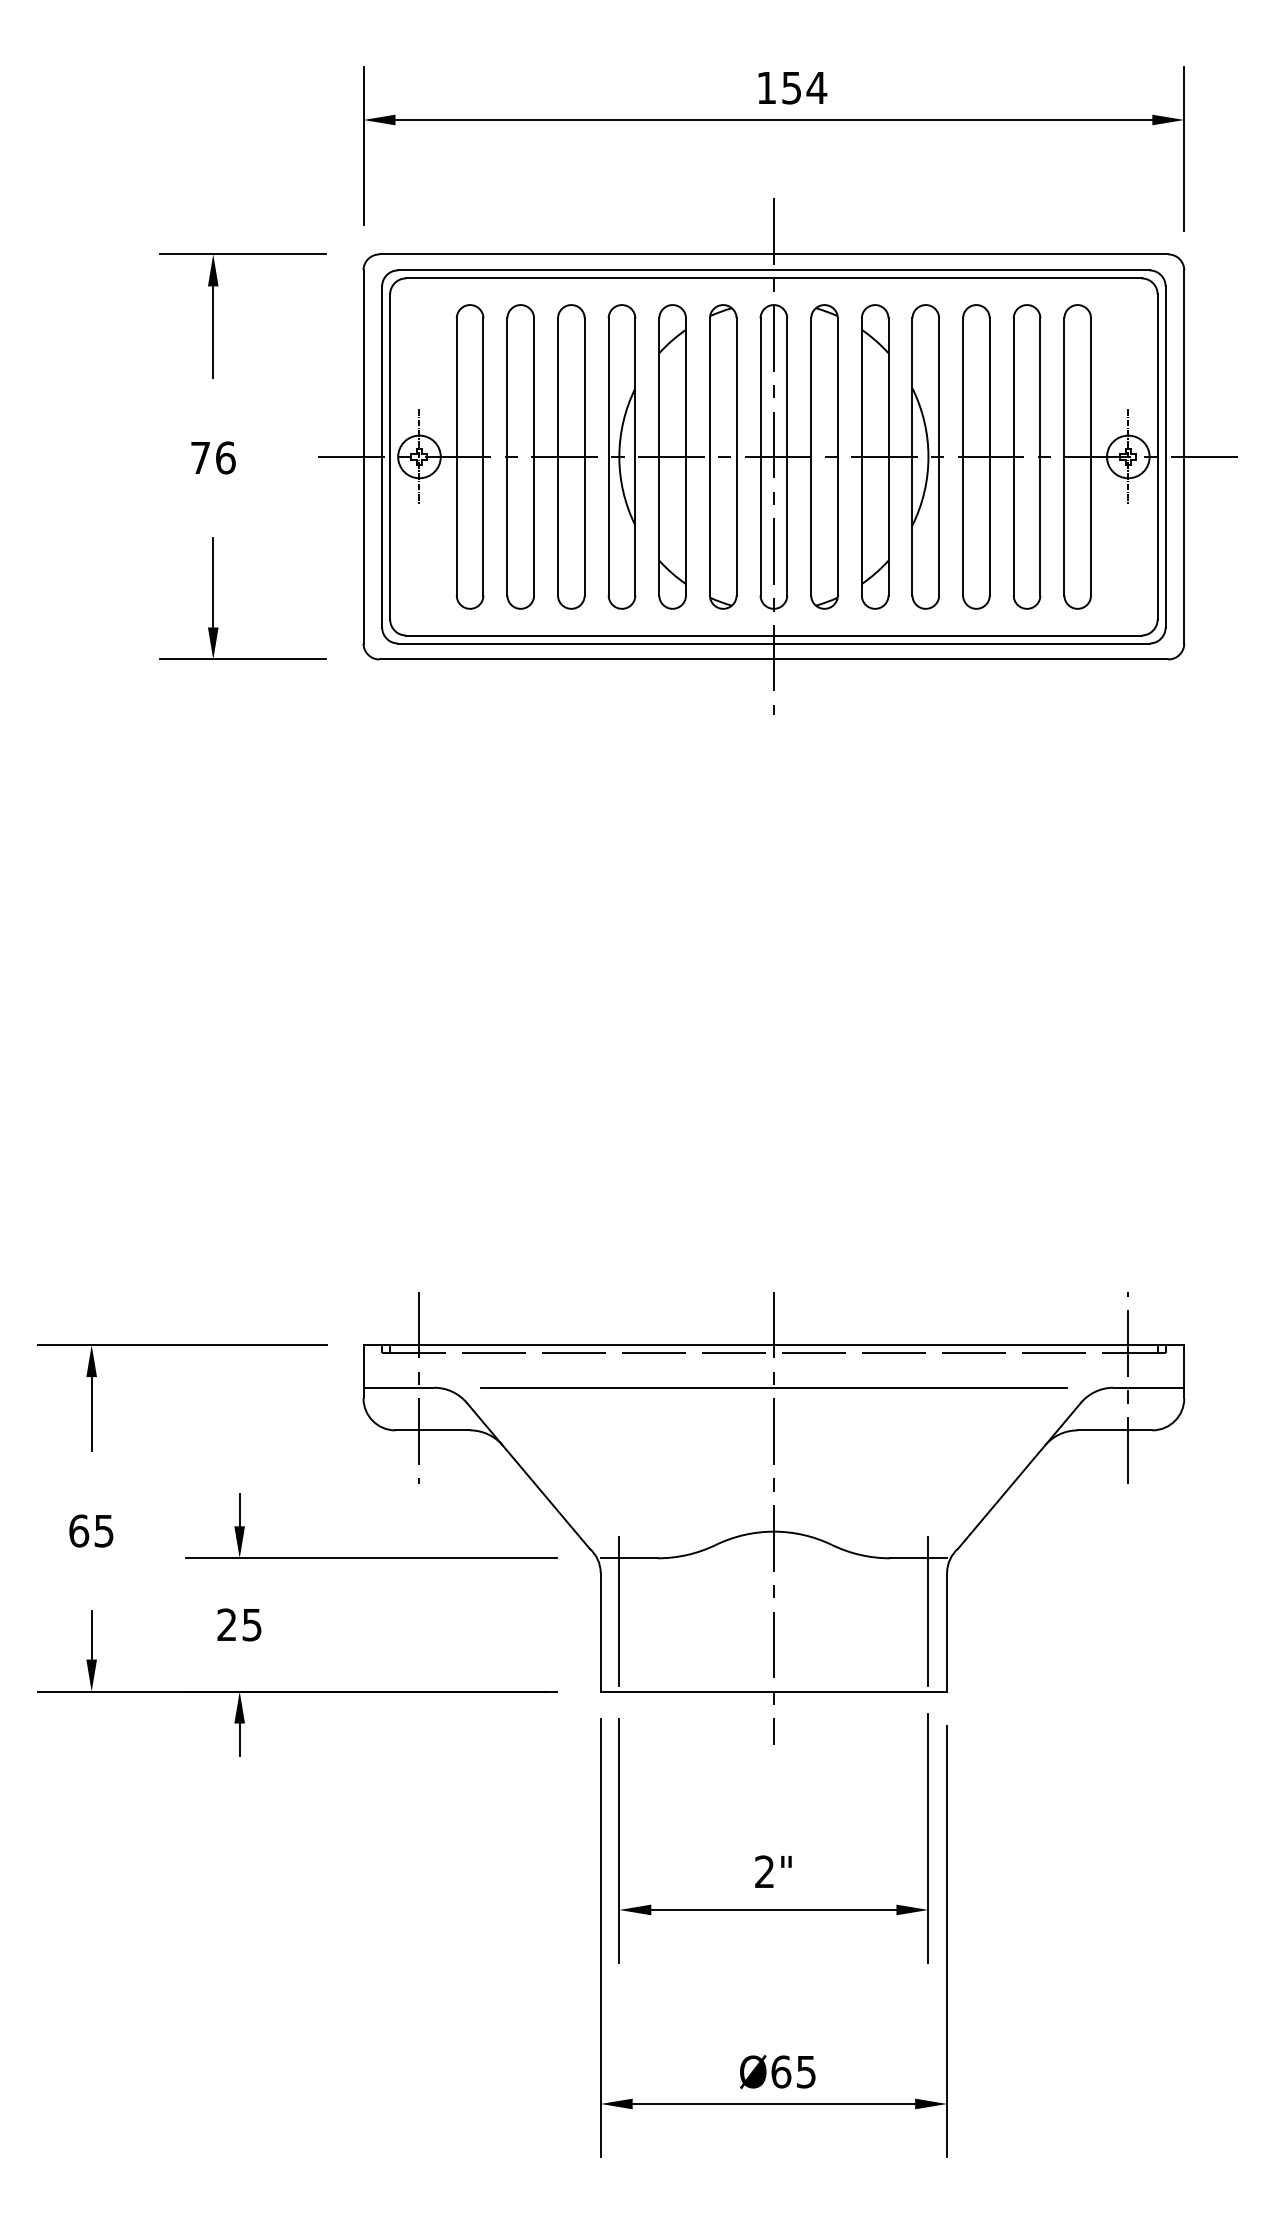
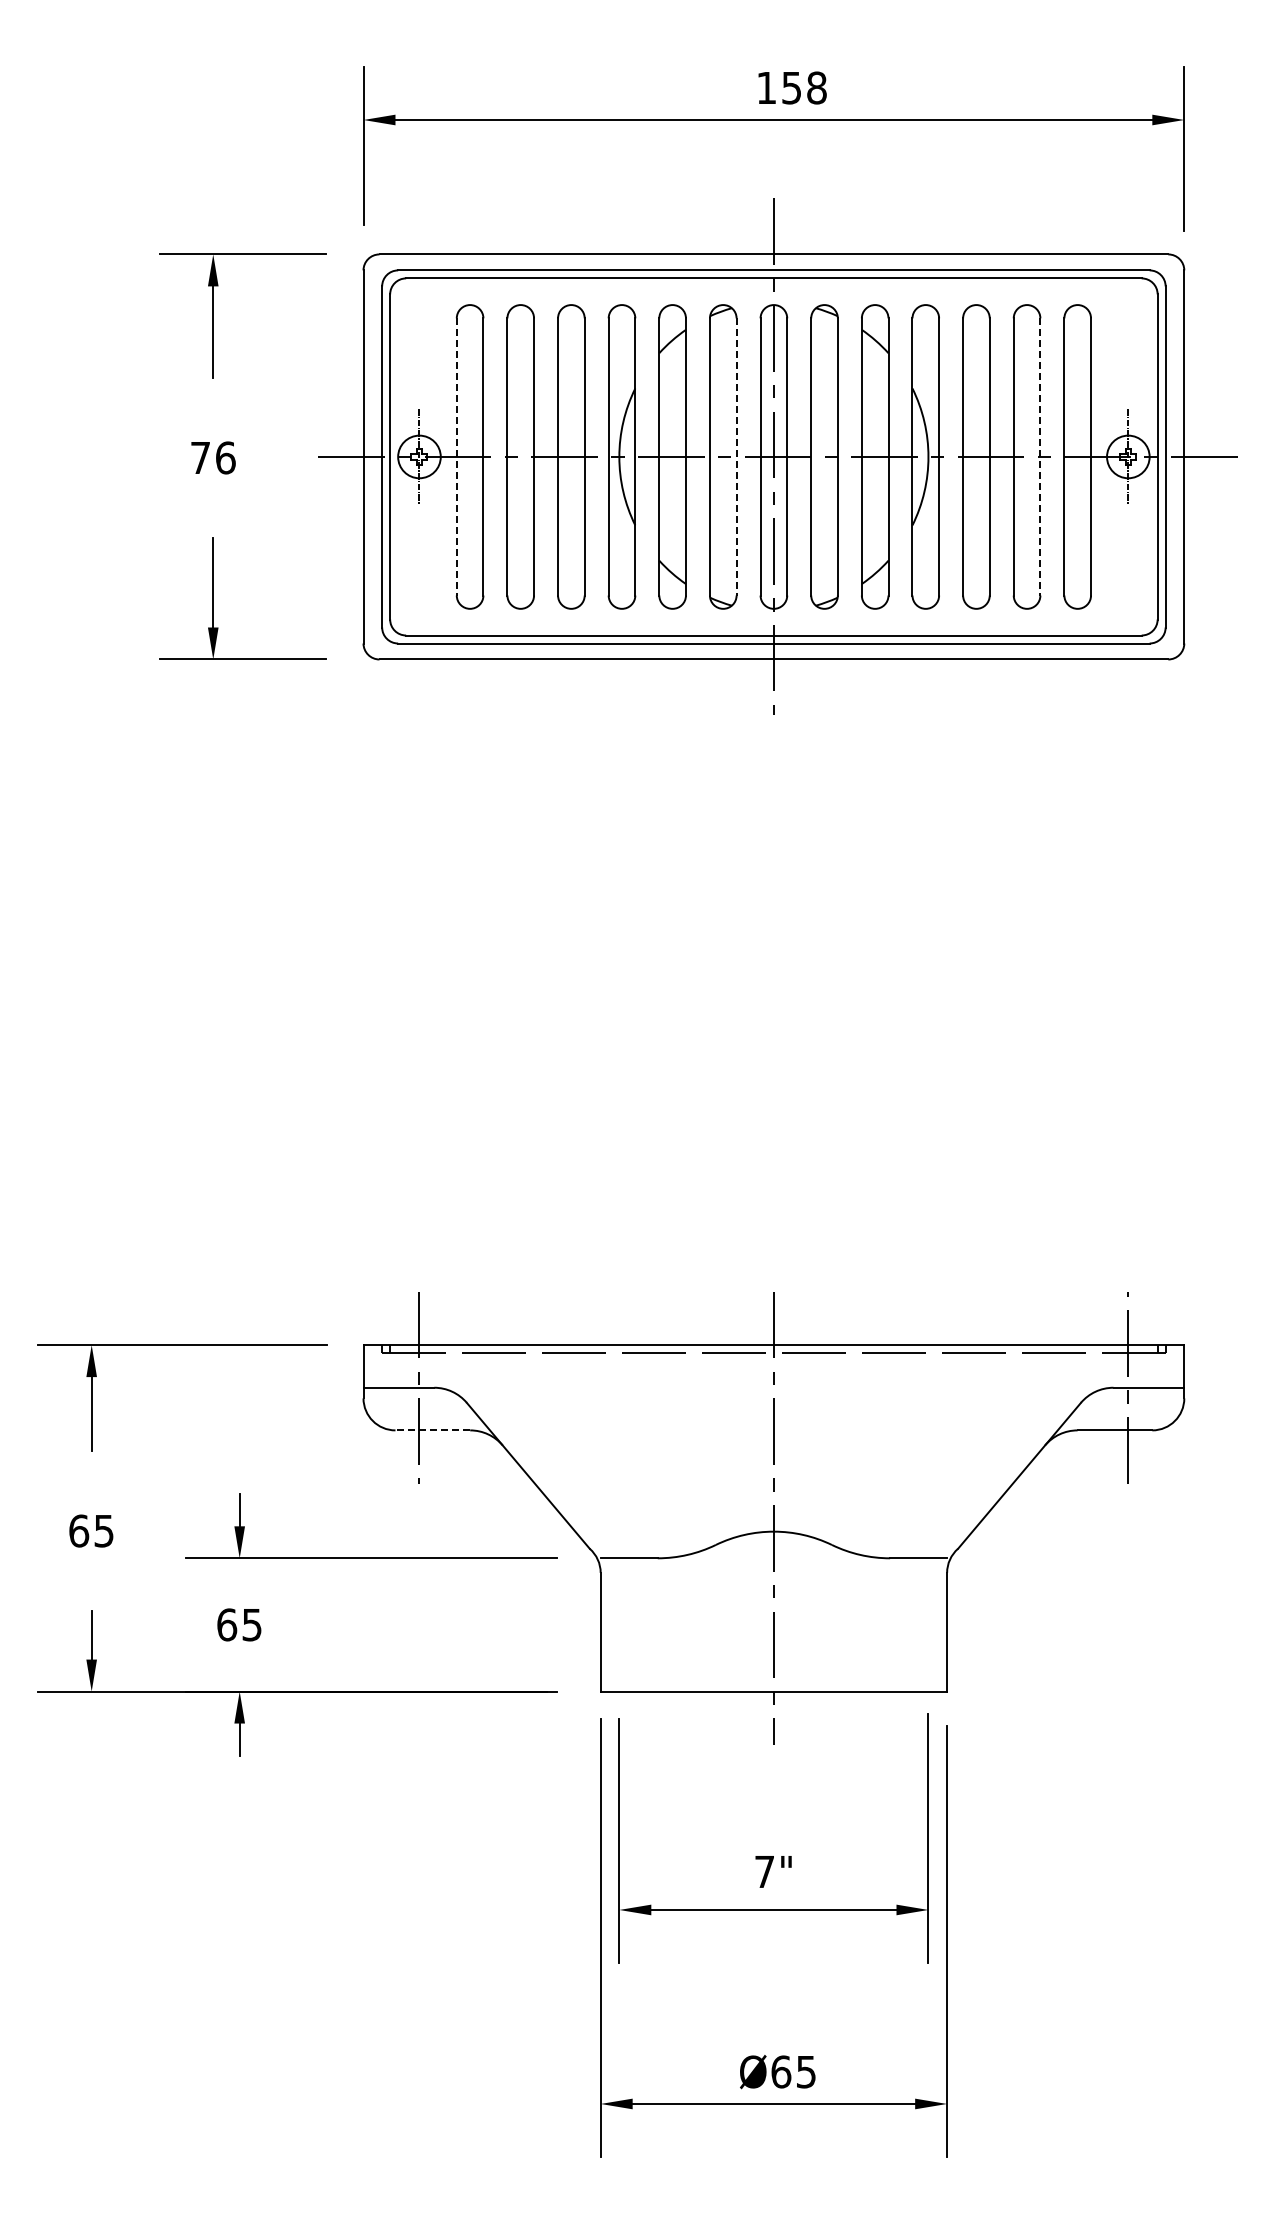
text at (816, 87): 154 -> 158
line at (456, 456): solid -> dashed
line at (736, 456): solid -> dashed
line at (1040, 456): solid -> dashed
line at (773, 1387): present -> none
line at (432, 1430): solid -> dashed
line at (619, 1611): present -> none
line at (928, 1611): present -> none
text at (227, 1624): 25 -> 65
text at (764, 1871): 2" -> 7"
